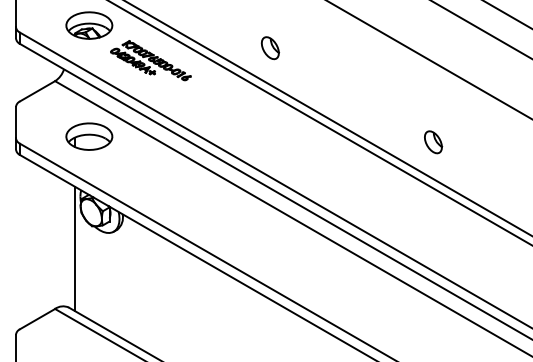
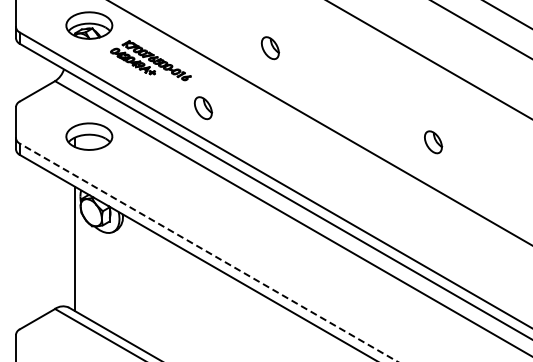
part at (202, 108): none -> present
line at (327, 118): present -> none
line at (208, 252): solid -> dashed
